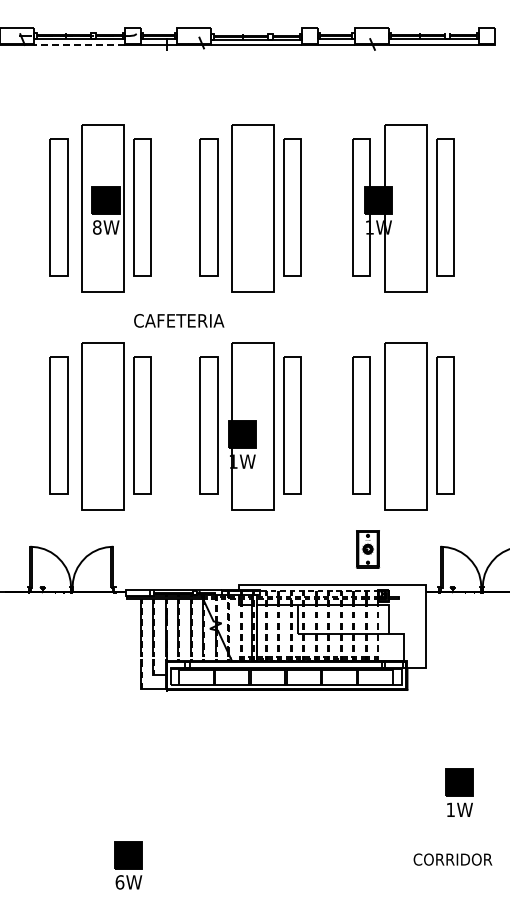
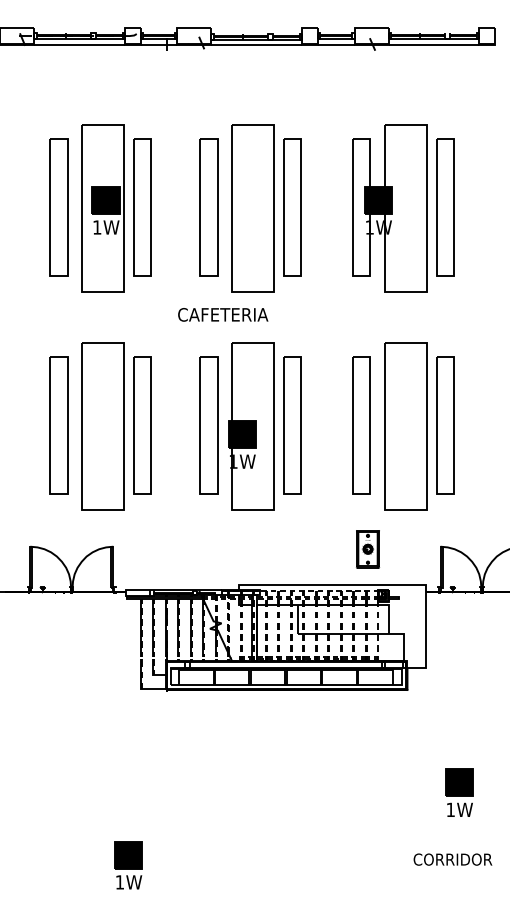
line at (79, 44): dashed -> solid
text at (97, 227): 8W -> 1W
text at (179, 320) position: (179, 320) -> (223, 314)
text at (119, 882): 6W -> 1W
